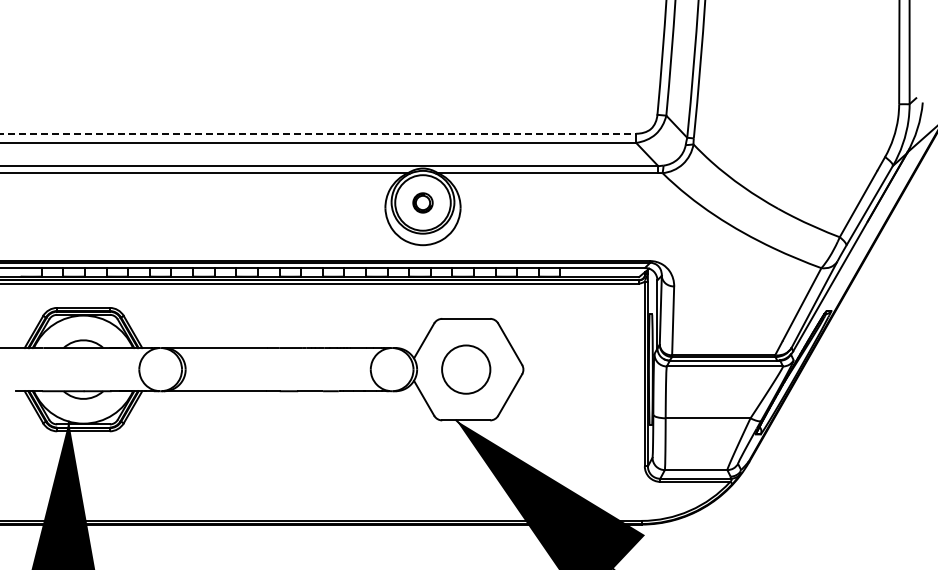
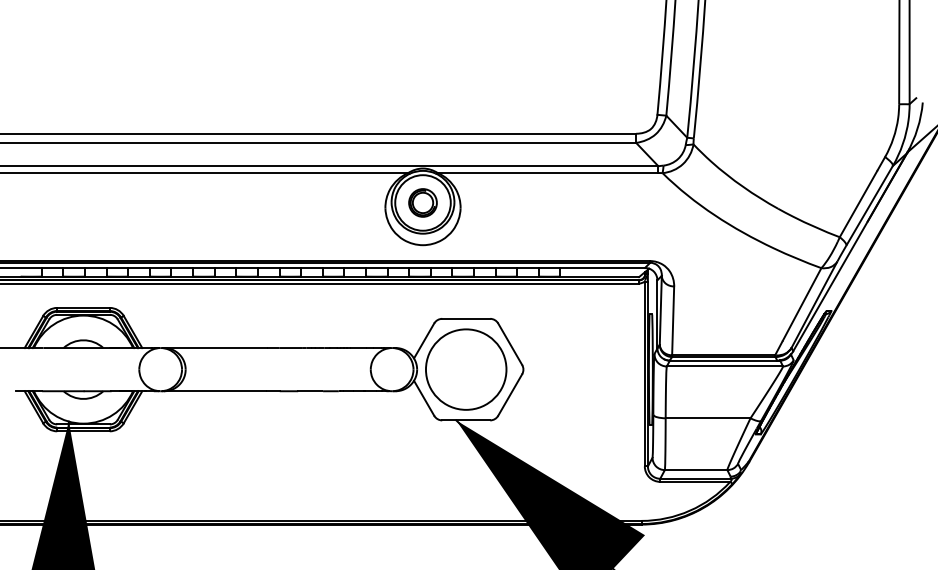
line at (318, 133): dashed -> solid
part at (422, 202) size: 22x22 px -> 30x30 px
circle at (466, 369) diameter: 48 px -> 80 px
